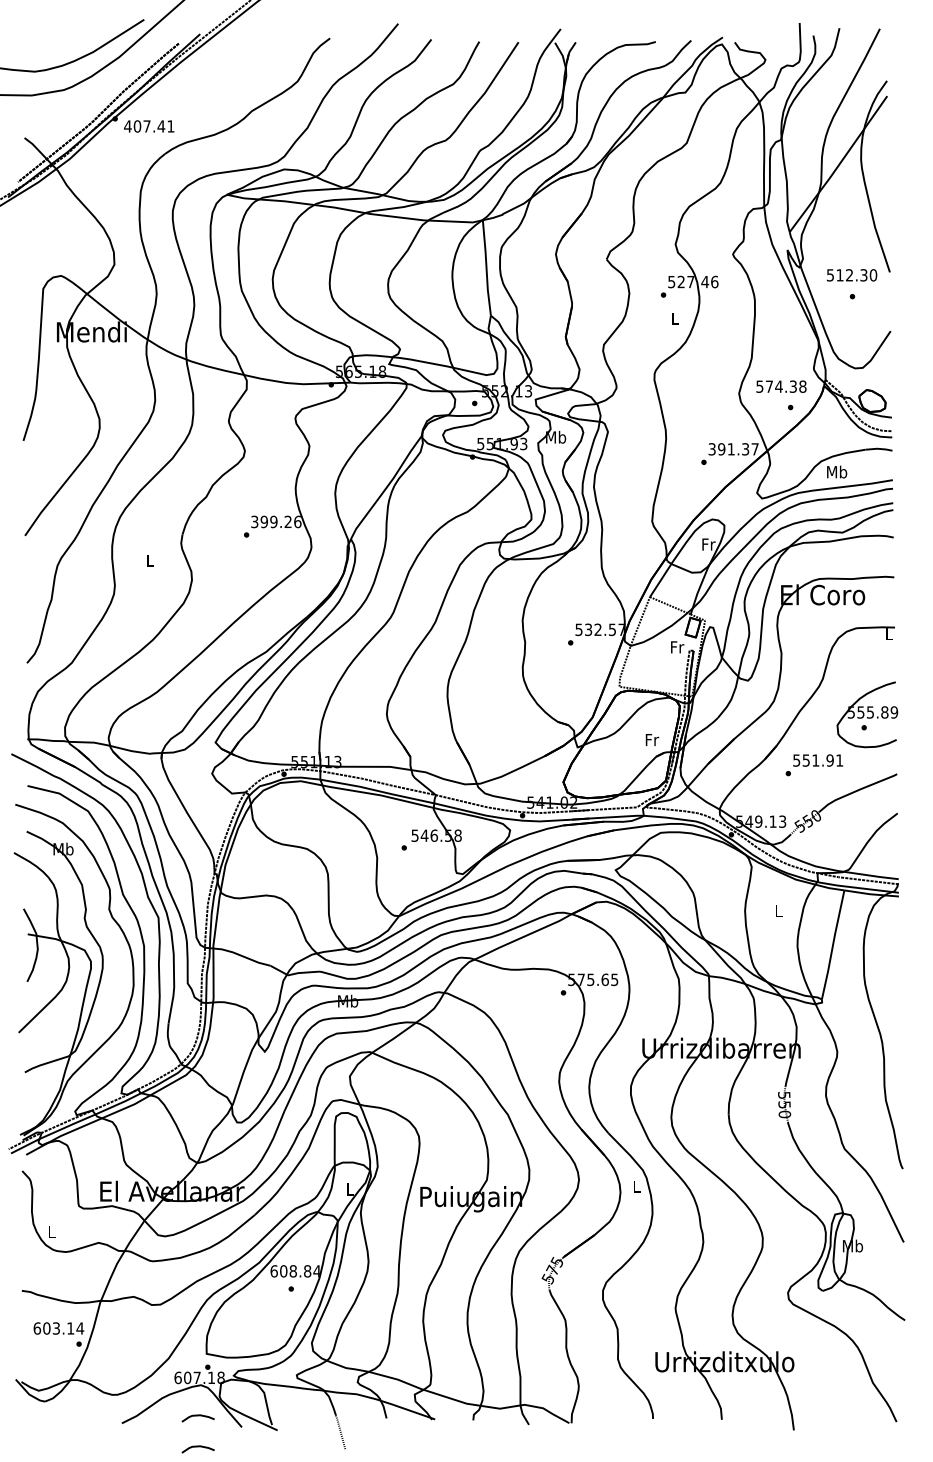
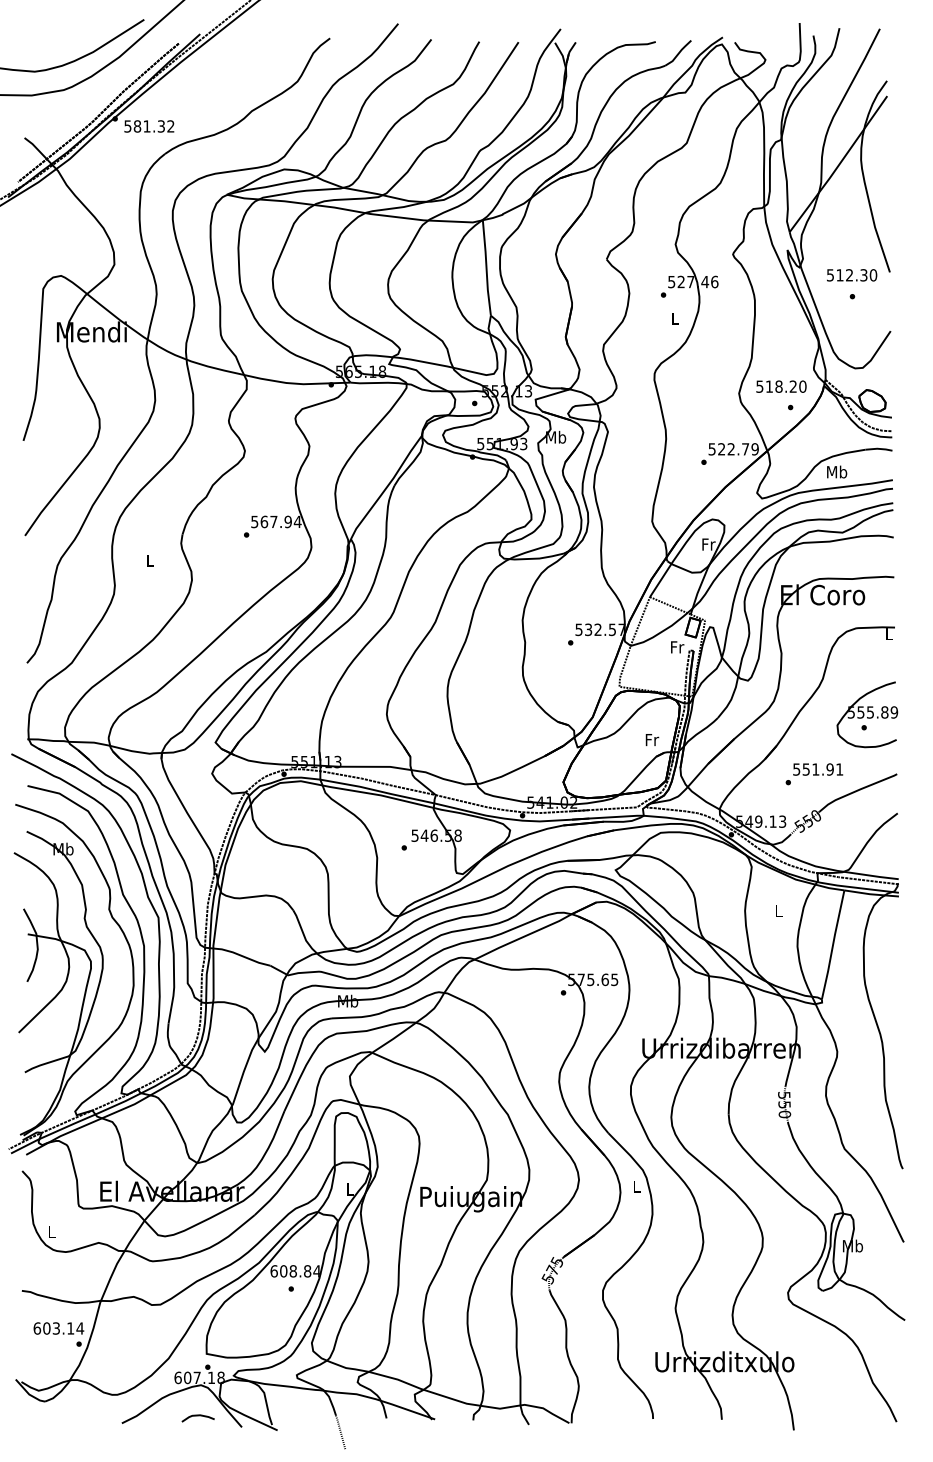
text at (149, 126): 407.41 -> 581.32
text at (786, 386): 574.38 -> 518.20
text at (733, 449): 391.37 -> 522.79
text at (276, 521): 399.26 -> 567.94
text at (814, 765) position: (814, 765) -> (814, 774)
curve at (197, 1447): present -> none
